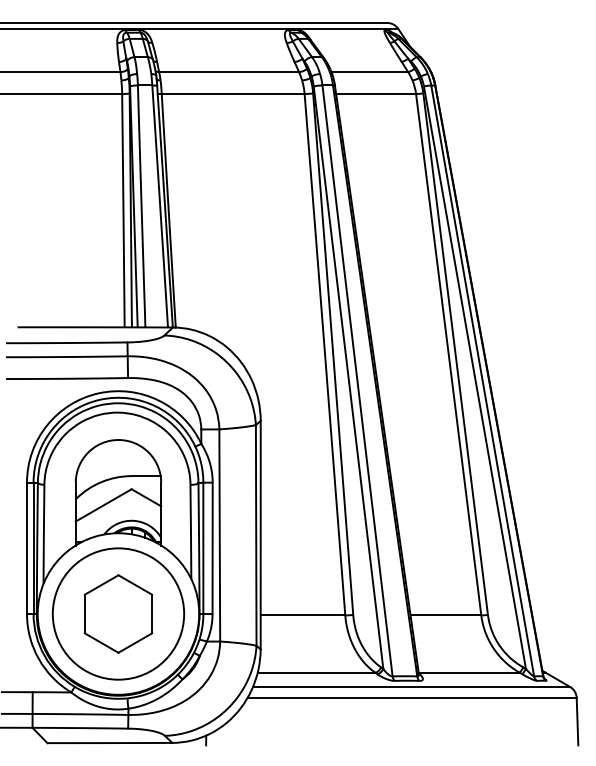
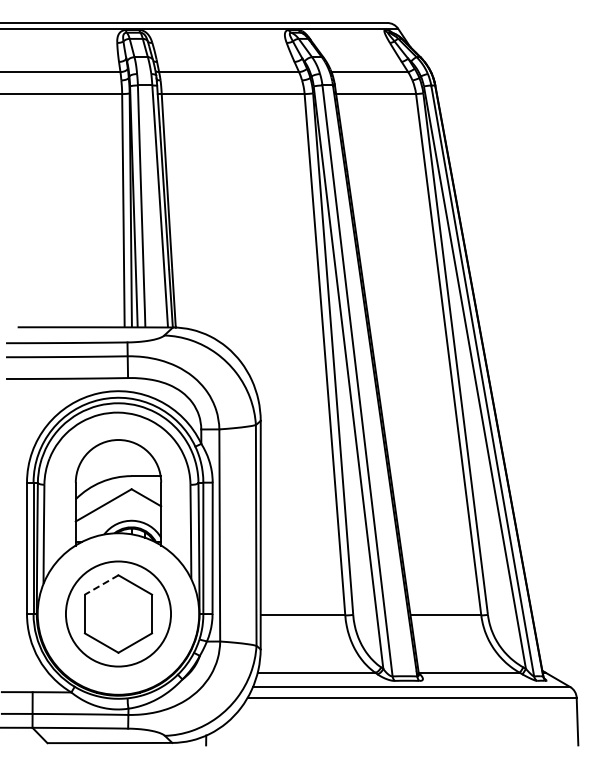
line at (101, 585): solid -> dashed
circle at (118, 613) diameter: 131 px -> 105 px
